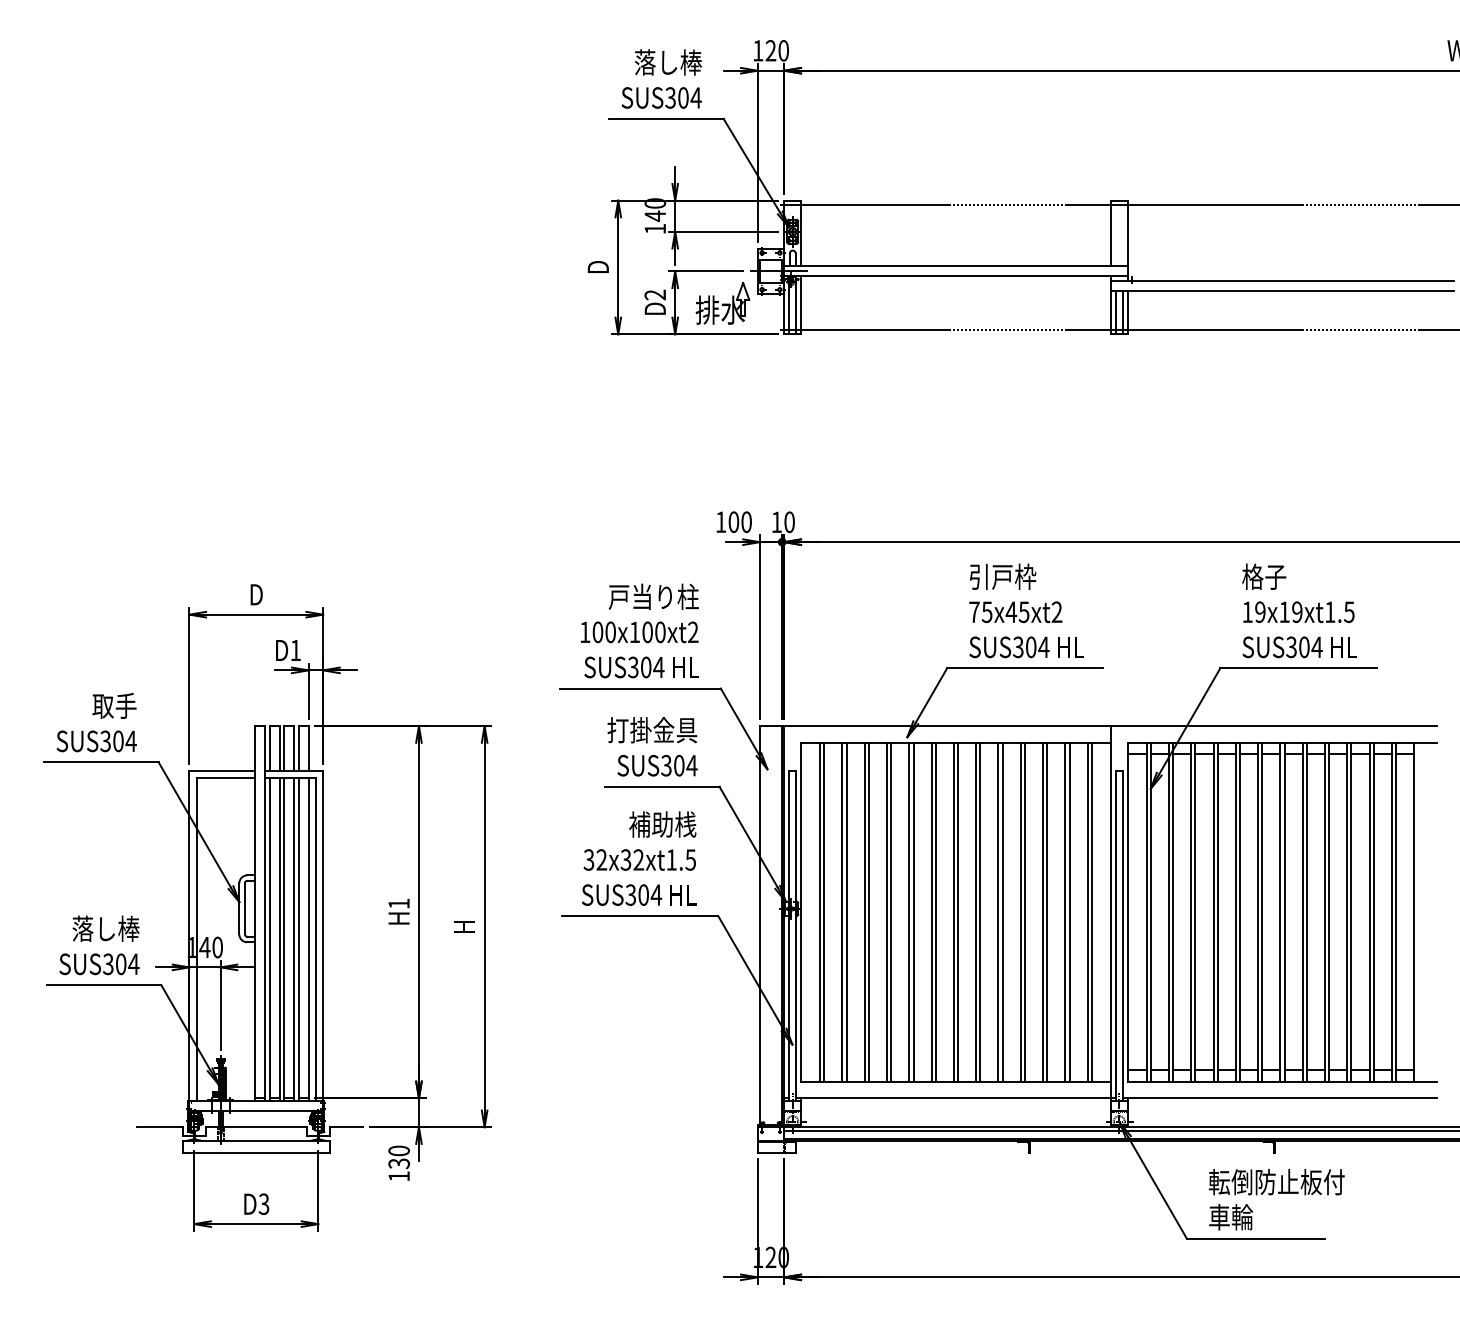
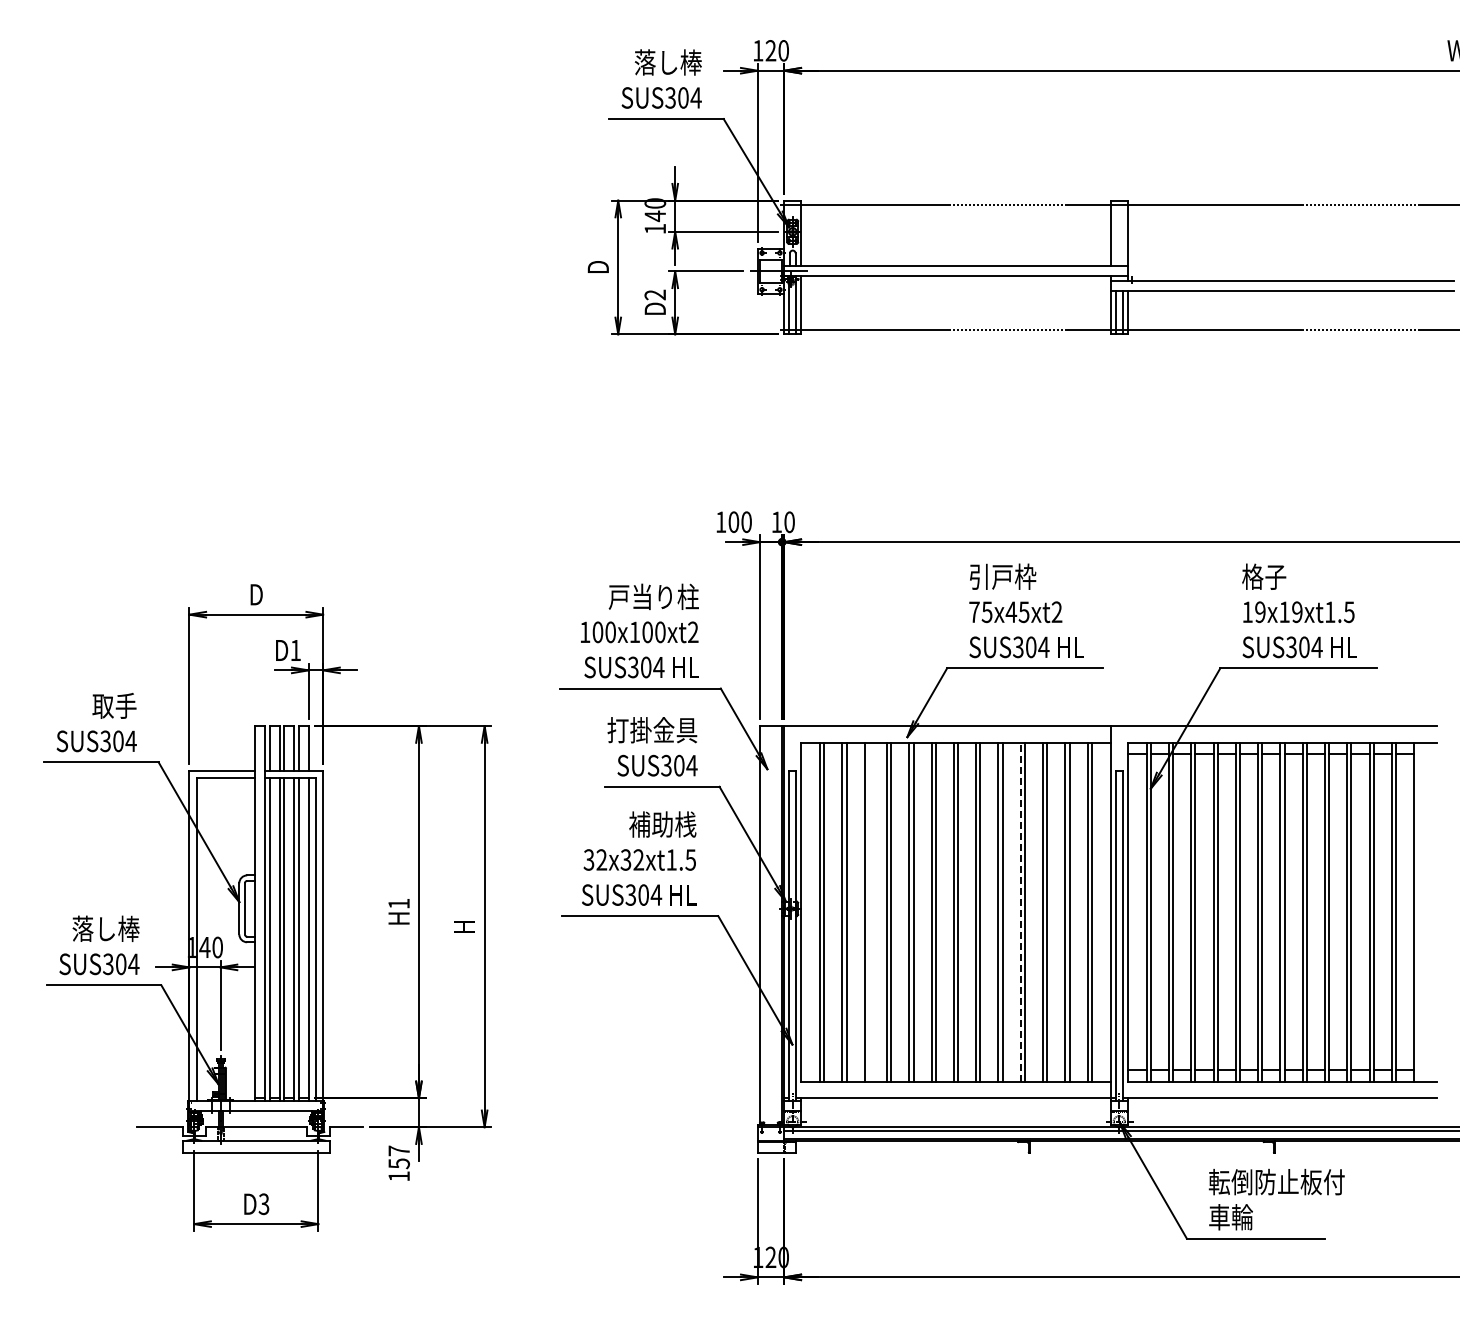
part at (722, 303): present -> none
line at (868, 911): present -> none
line at (1020, 911): solid -> dashed
text at (398, 1156): 130 -> 157
